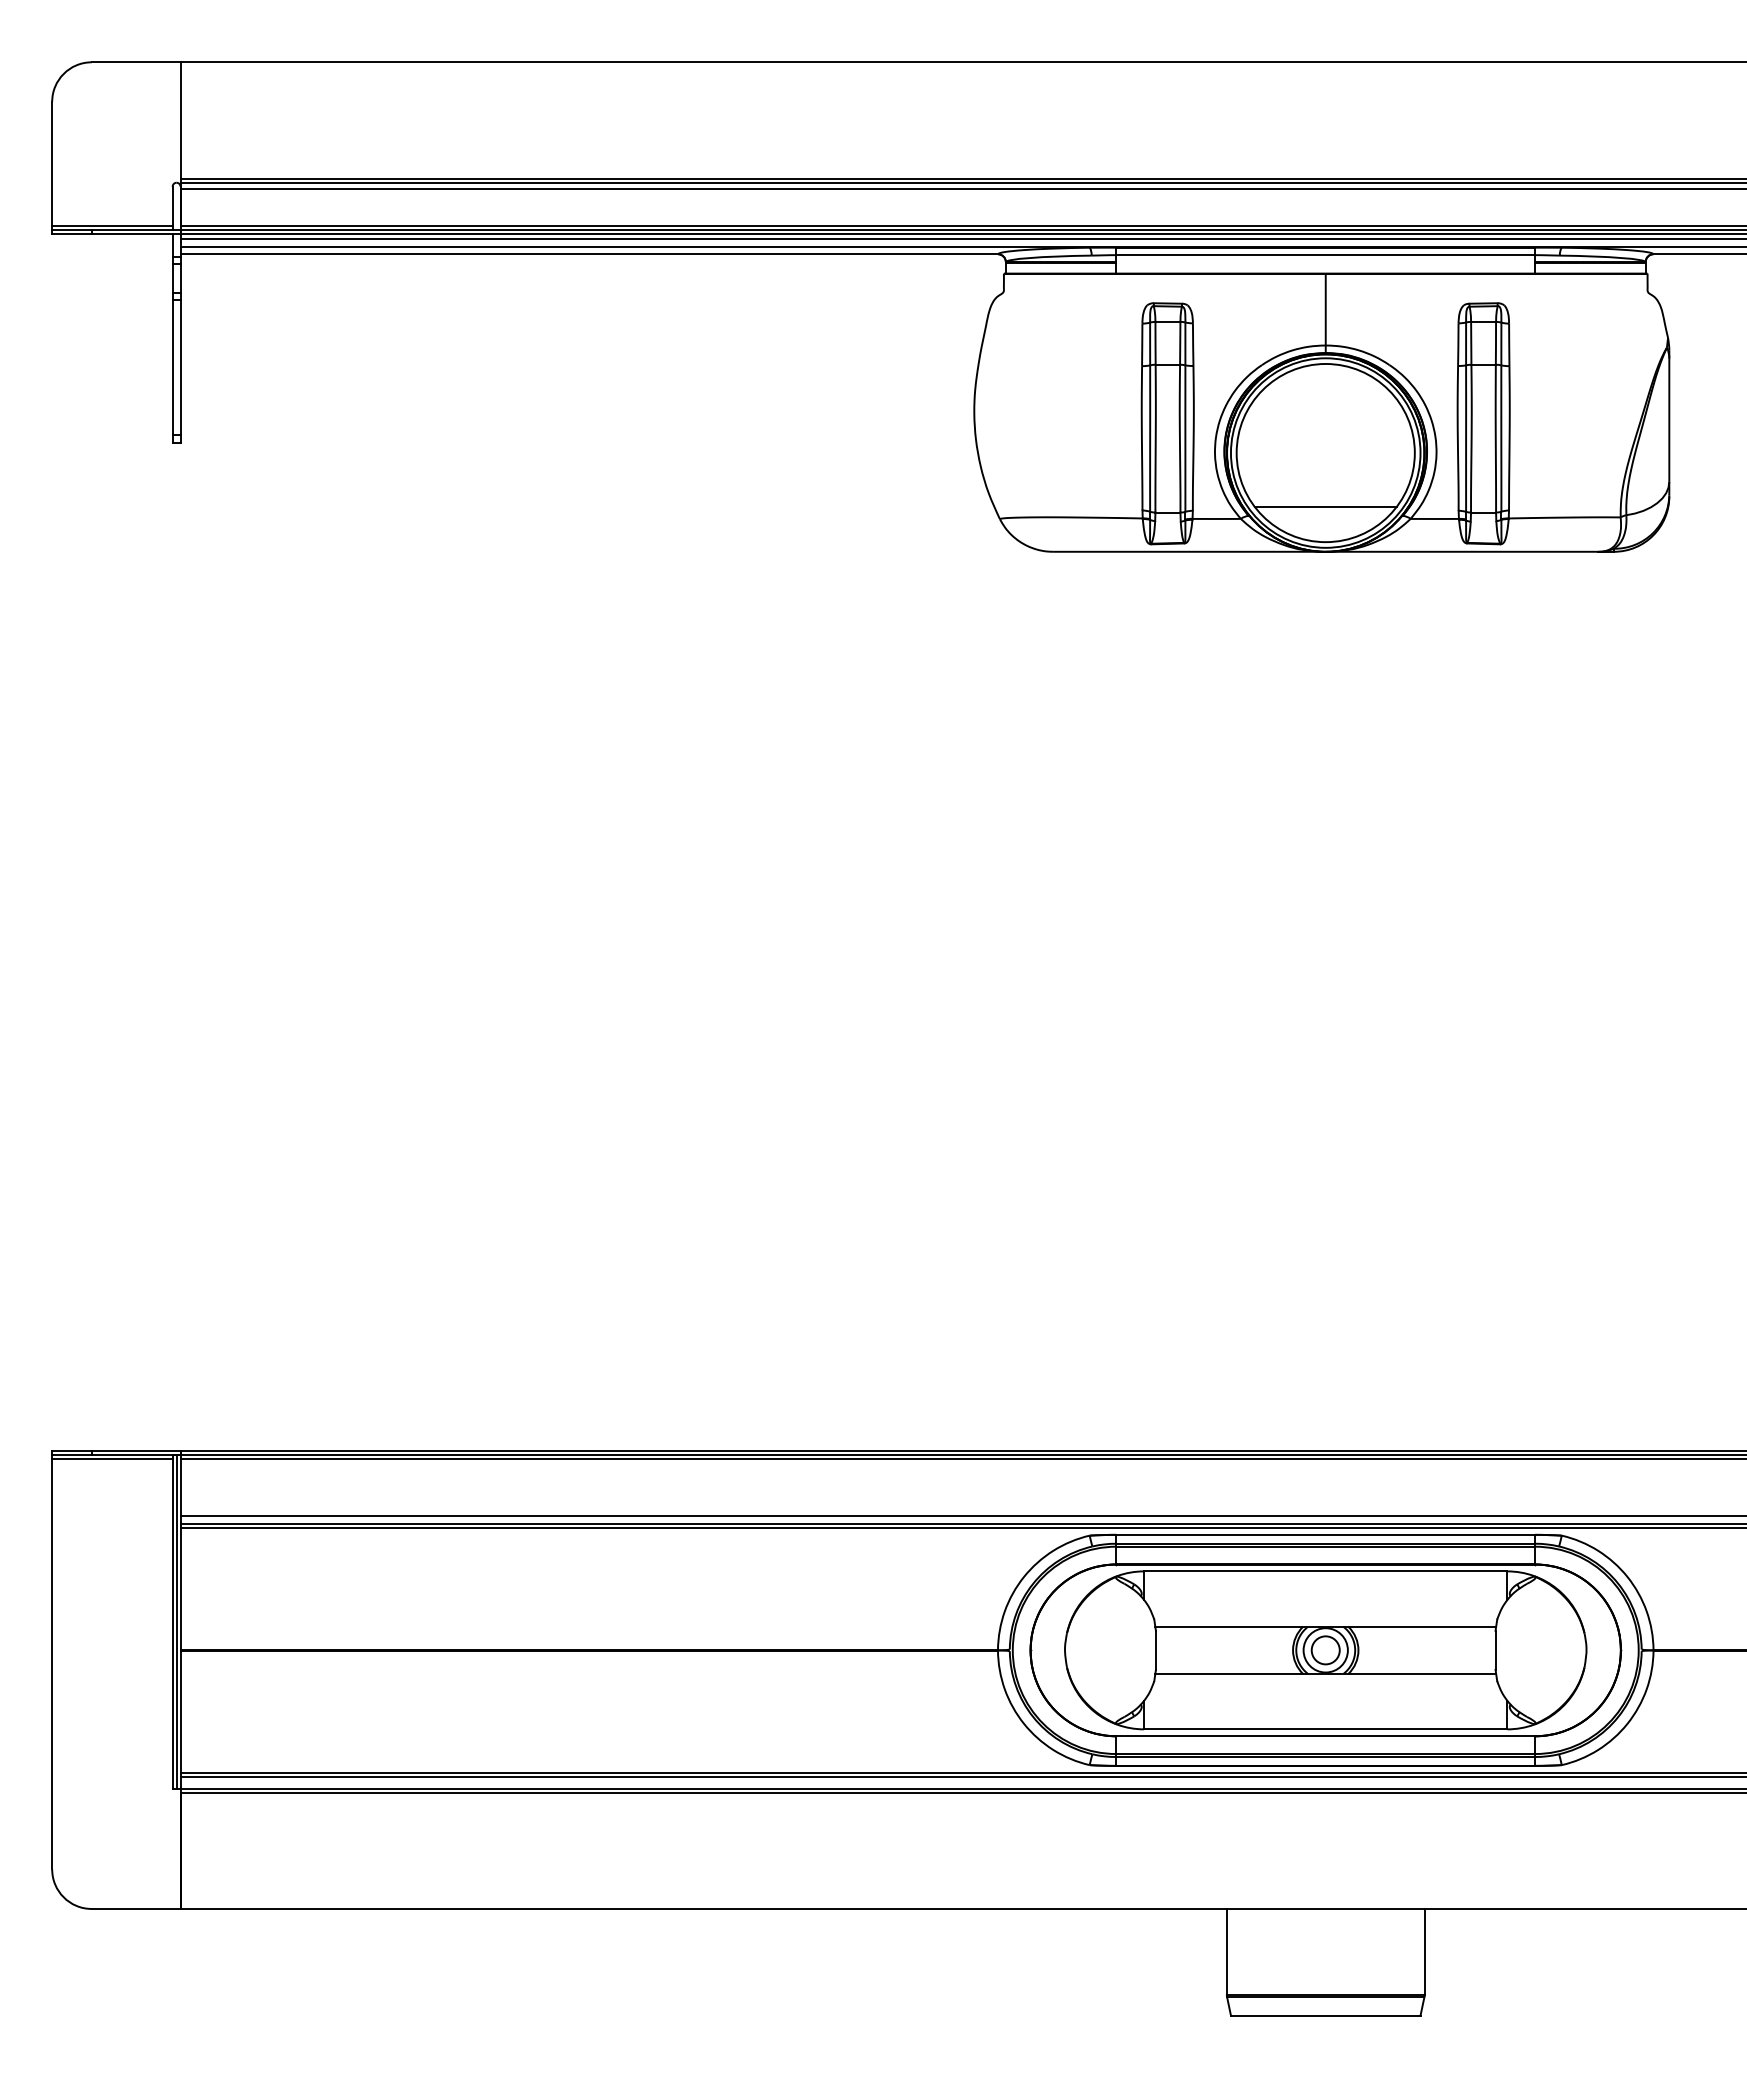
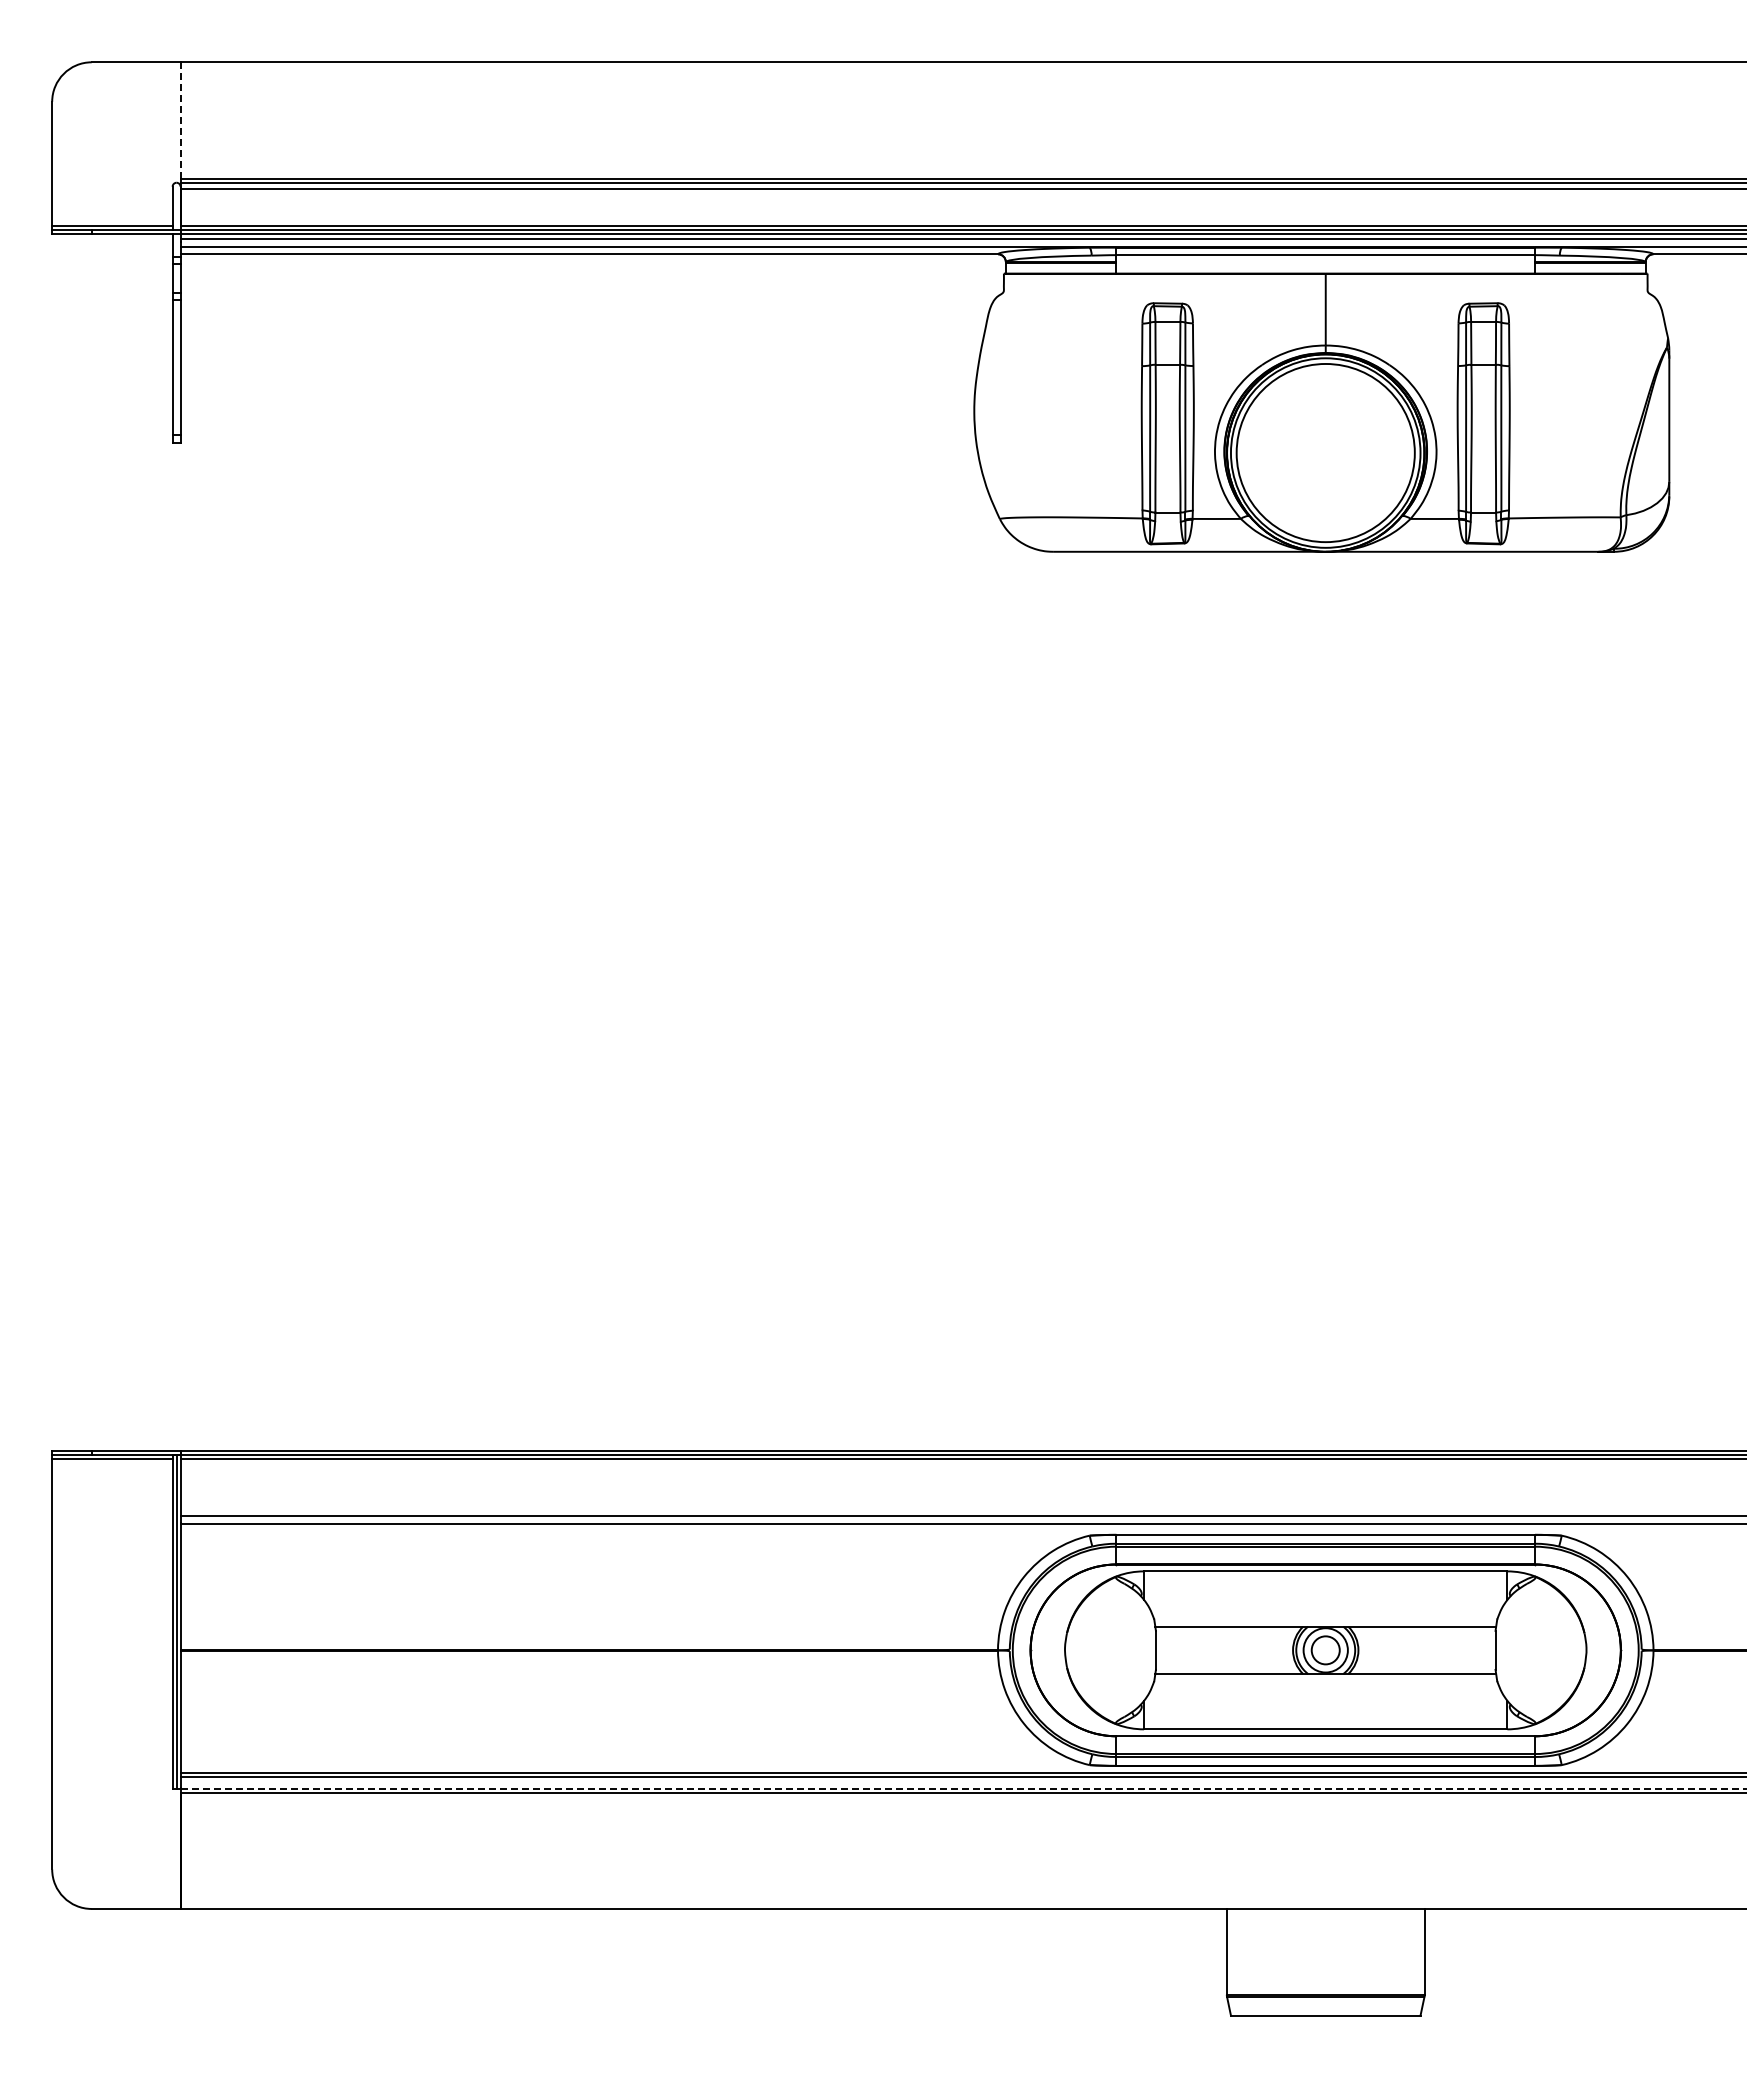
line at (180, 120): solid -> dashed
line at (1325, 506): present -> none
line at (961, 1527): present -> none
line at (963, 1788): solid -> dashed
